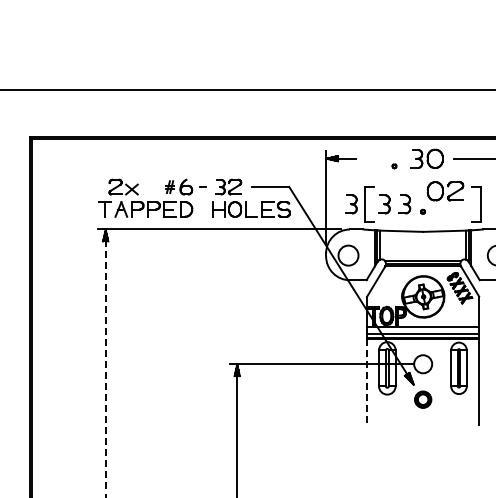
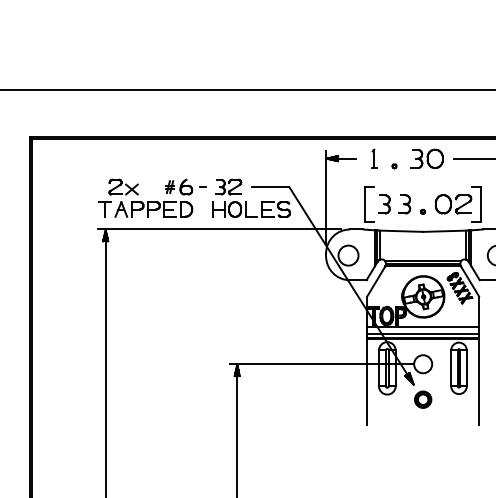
part at (374, 158): none -> present
part at (445, 191) position: (445, 191) -> (453, 204)
part at (351, 204): present -> none
line at (105, 363): dashed -> solid
line at (367, 381): dashed -> solid
